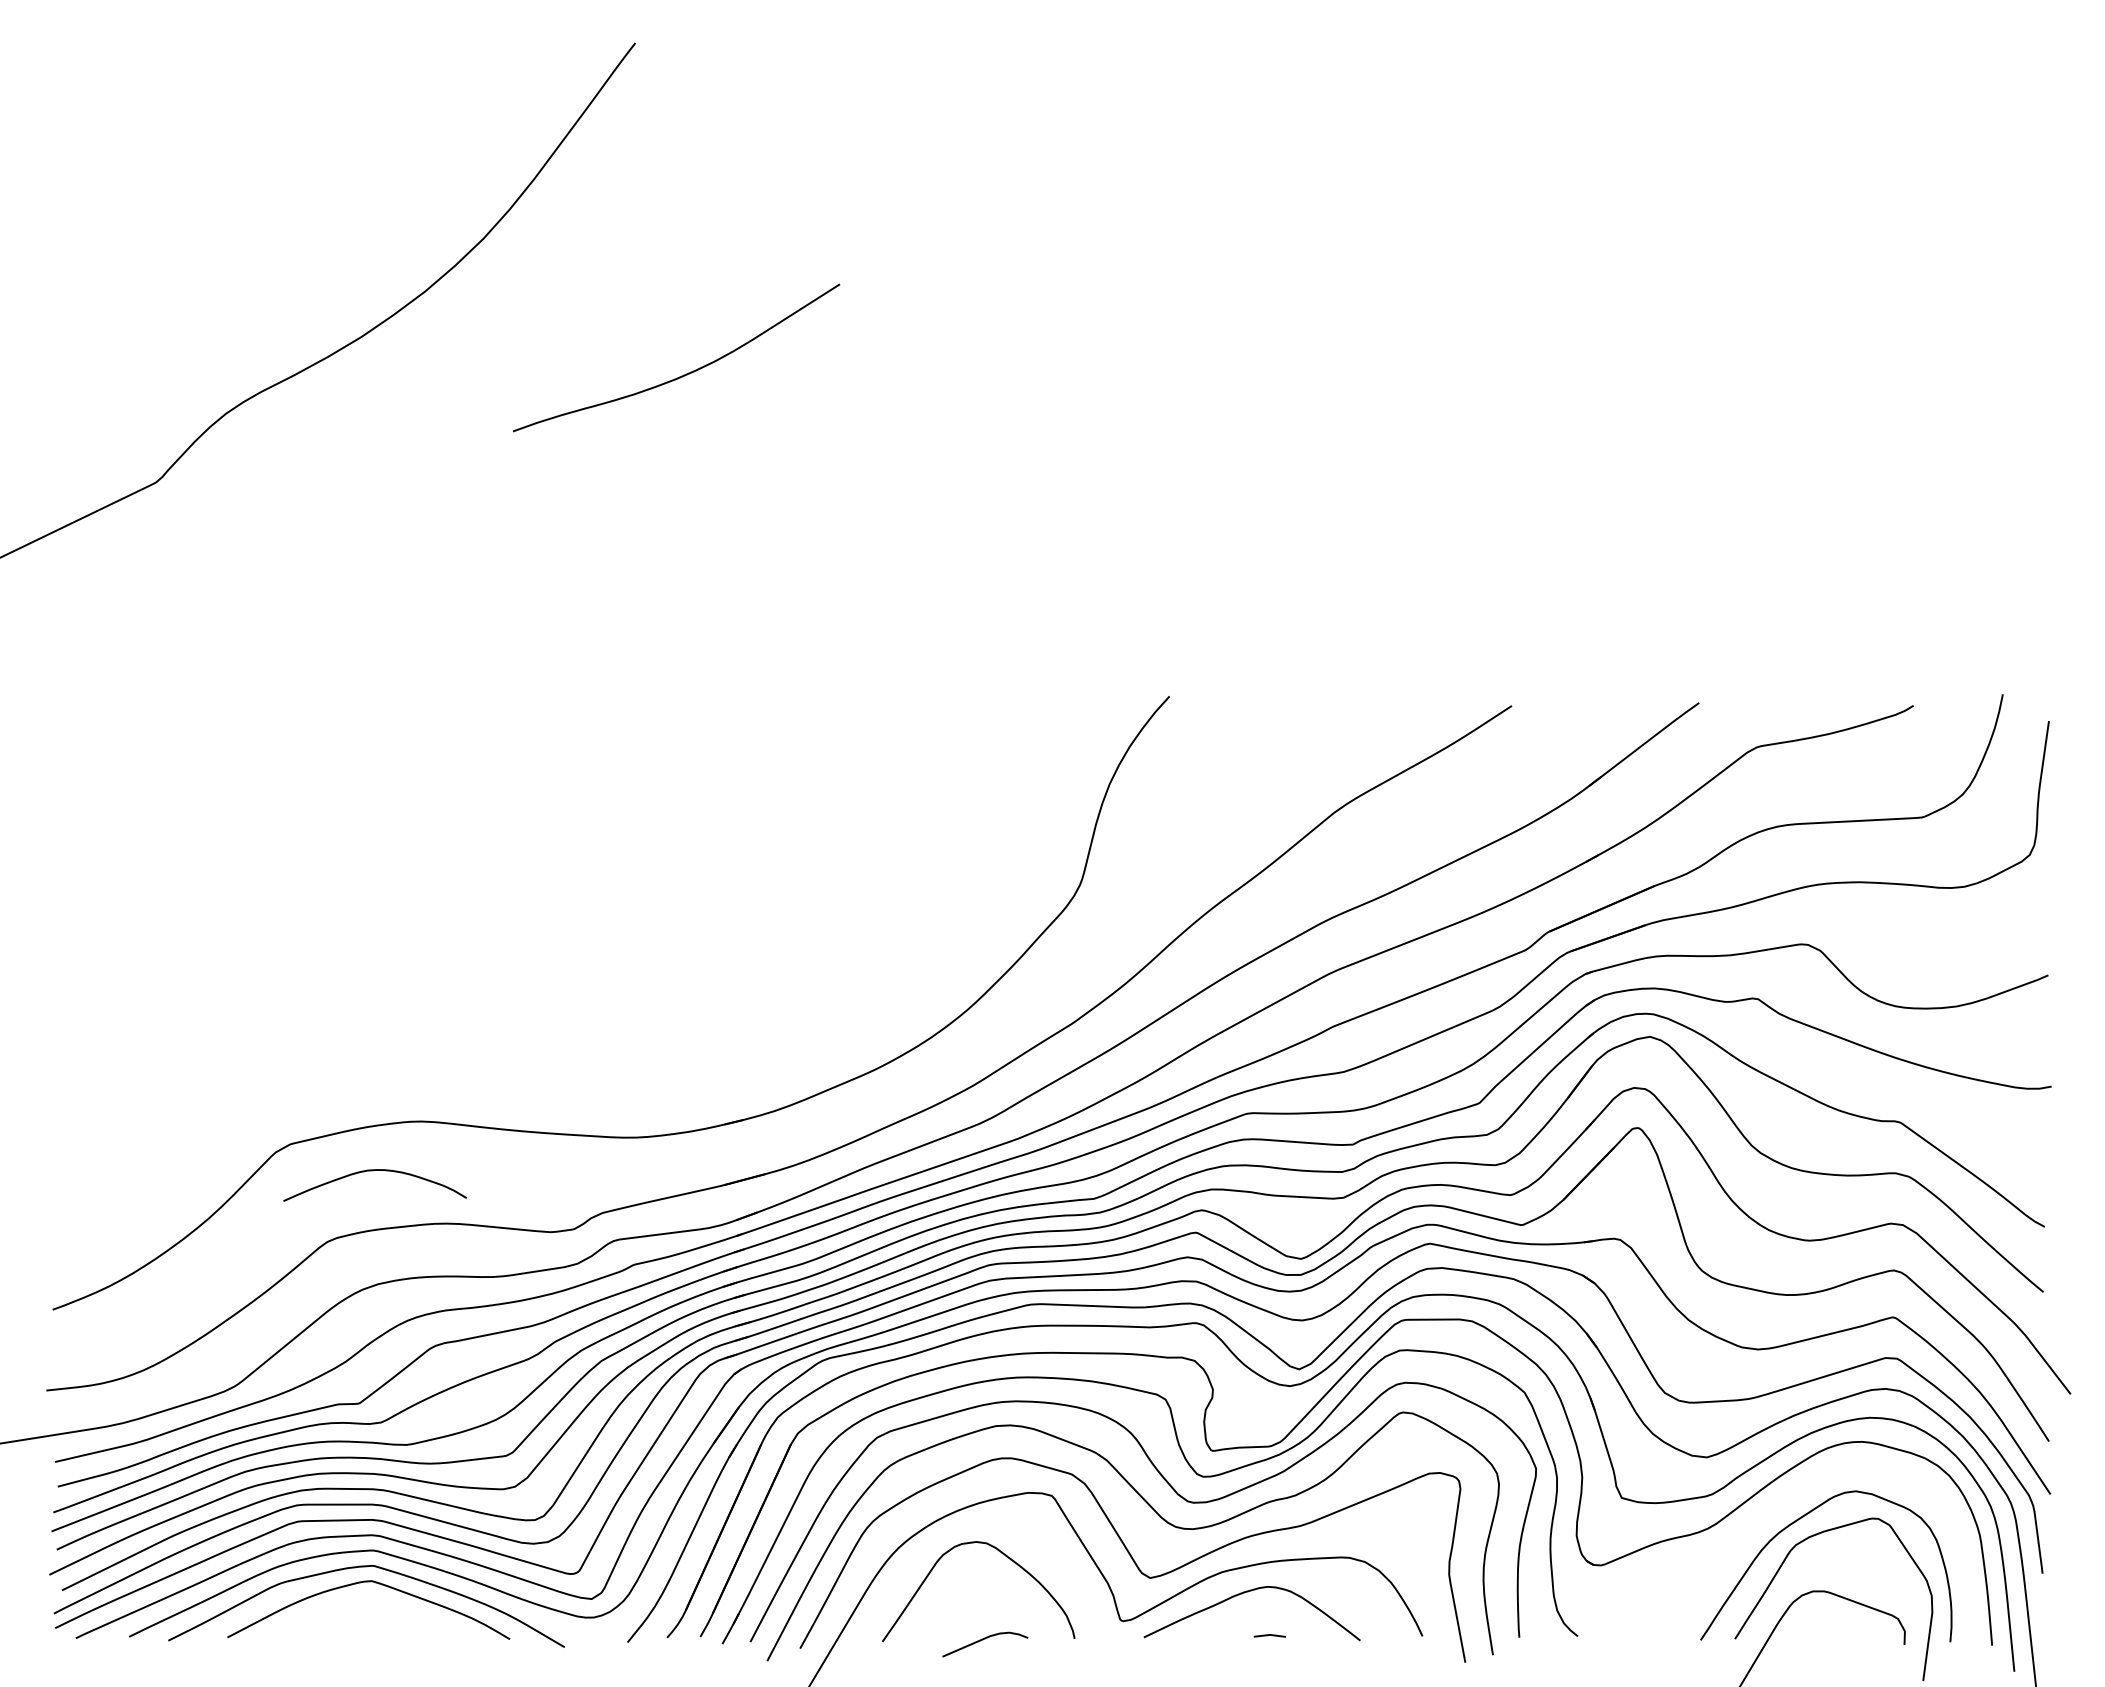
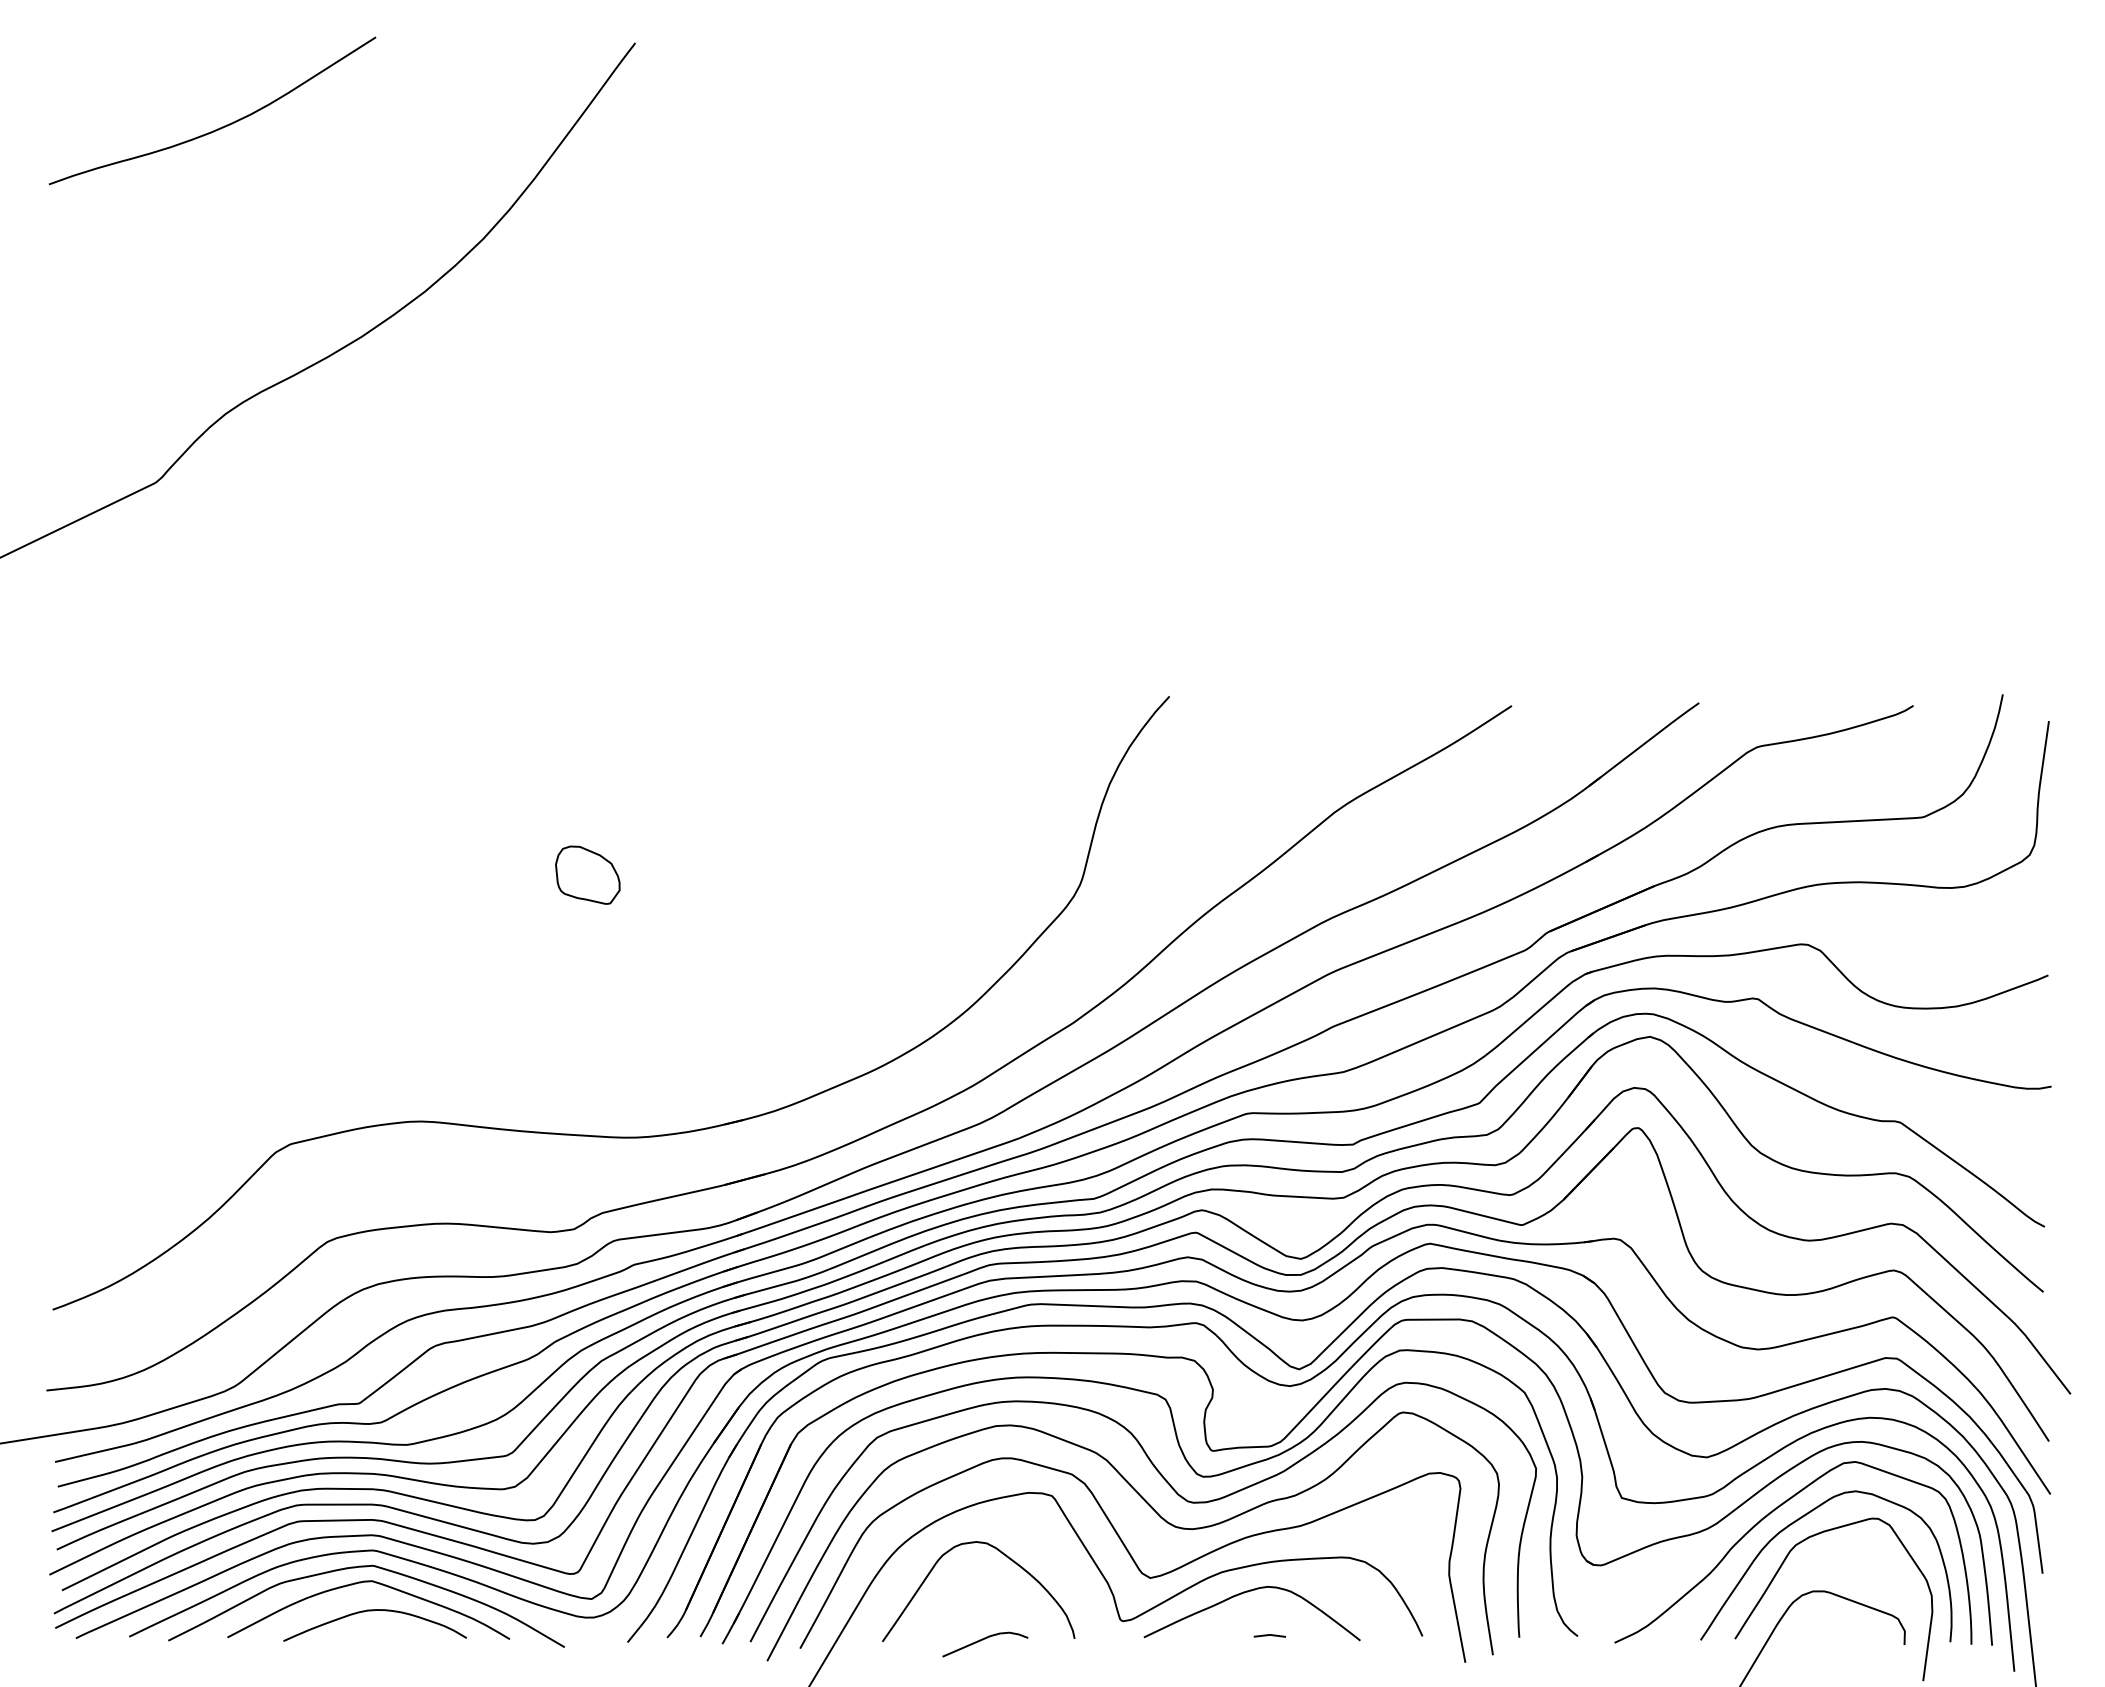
curve at (683, 374) position: (683, 374) -> (219, 127)
part at (587, 874): none -> present
curve at (373, 1171) position: (373, 1171) -> (373, 1611)
curve at (1765, 1518): none -> present
